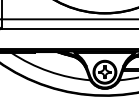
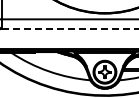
line at (71, 28): solid -> dashed
